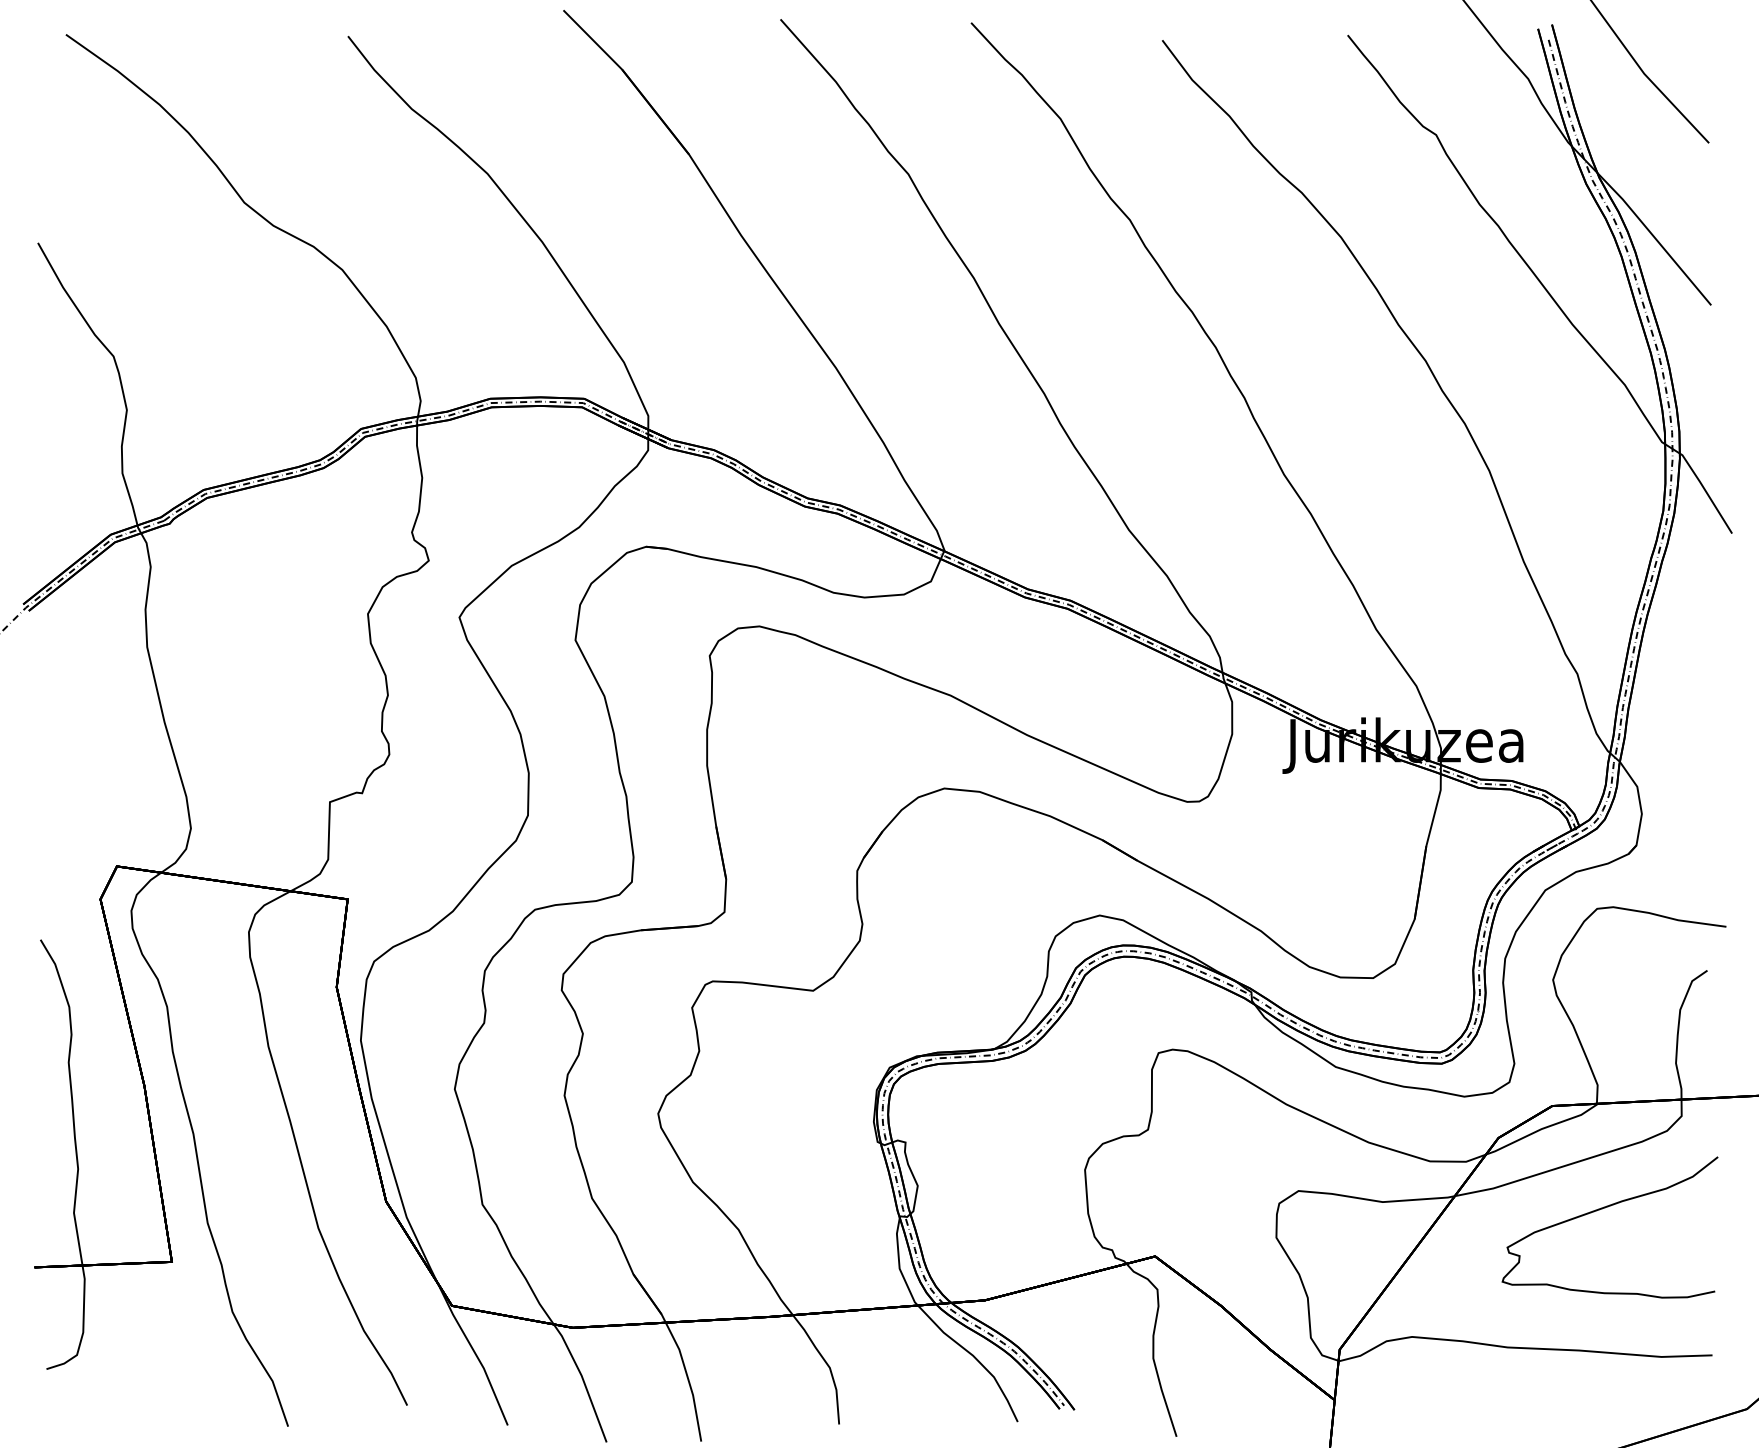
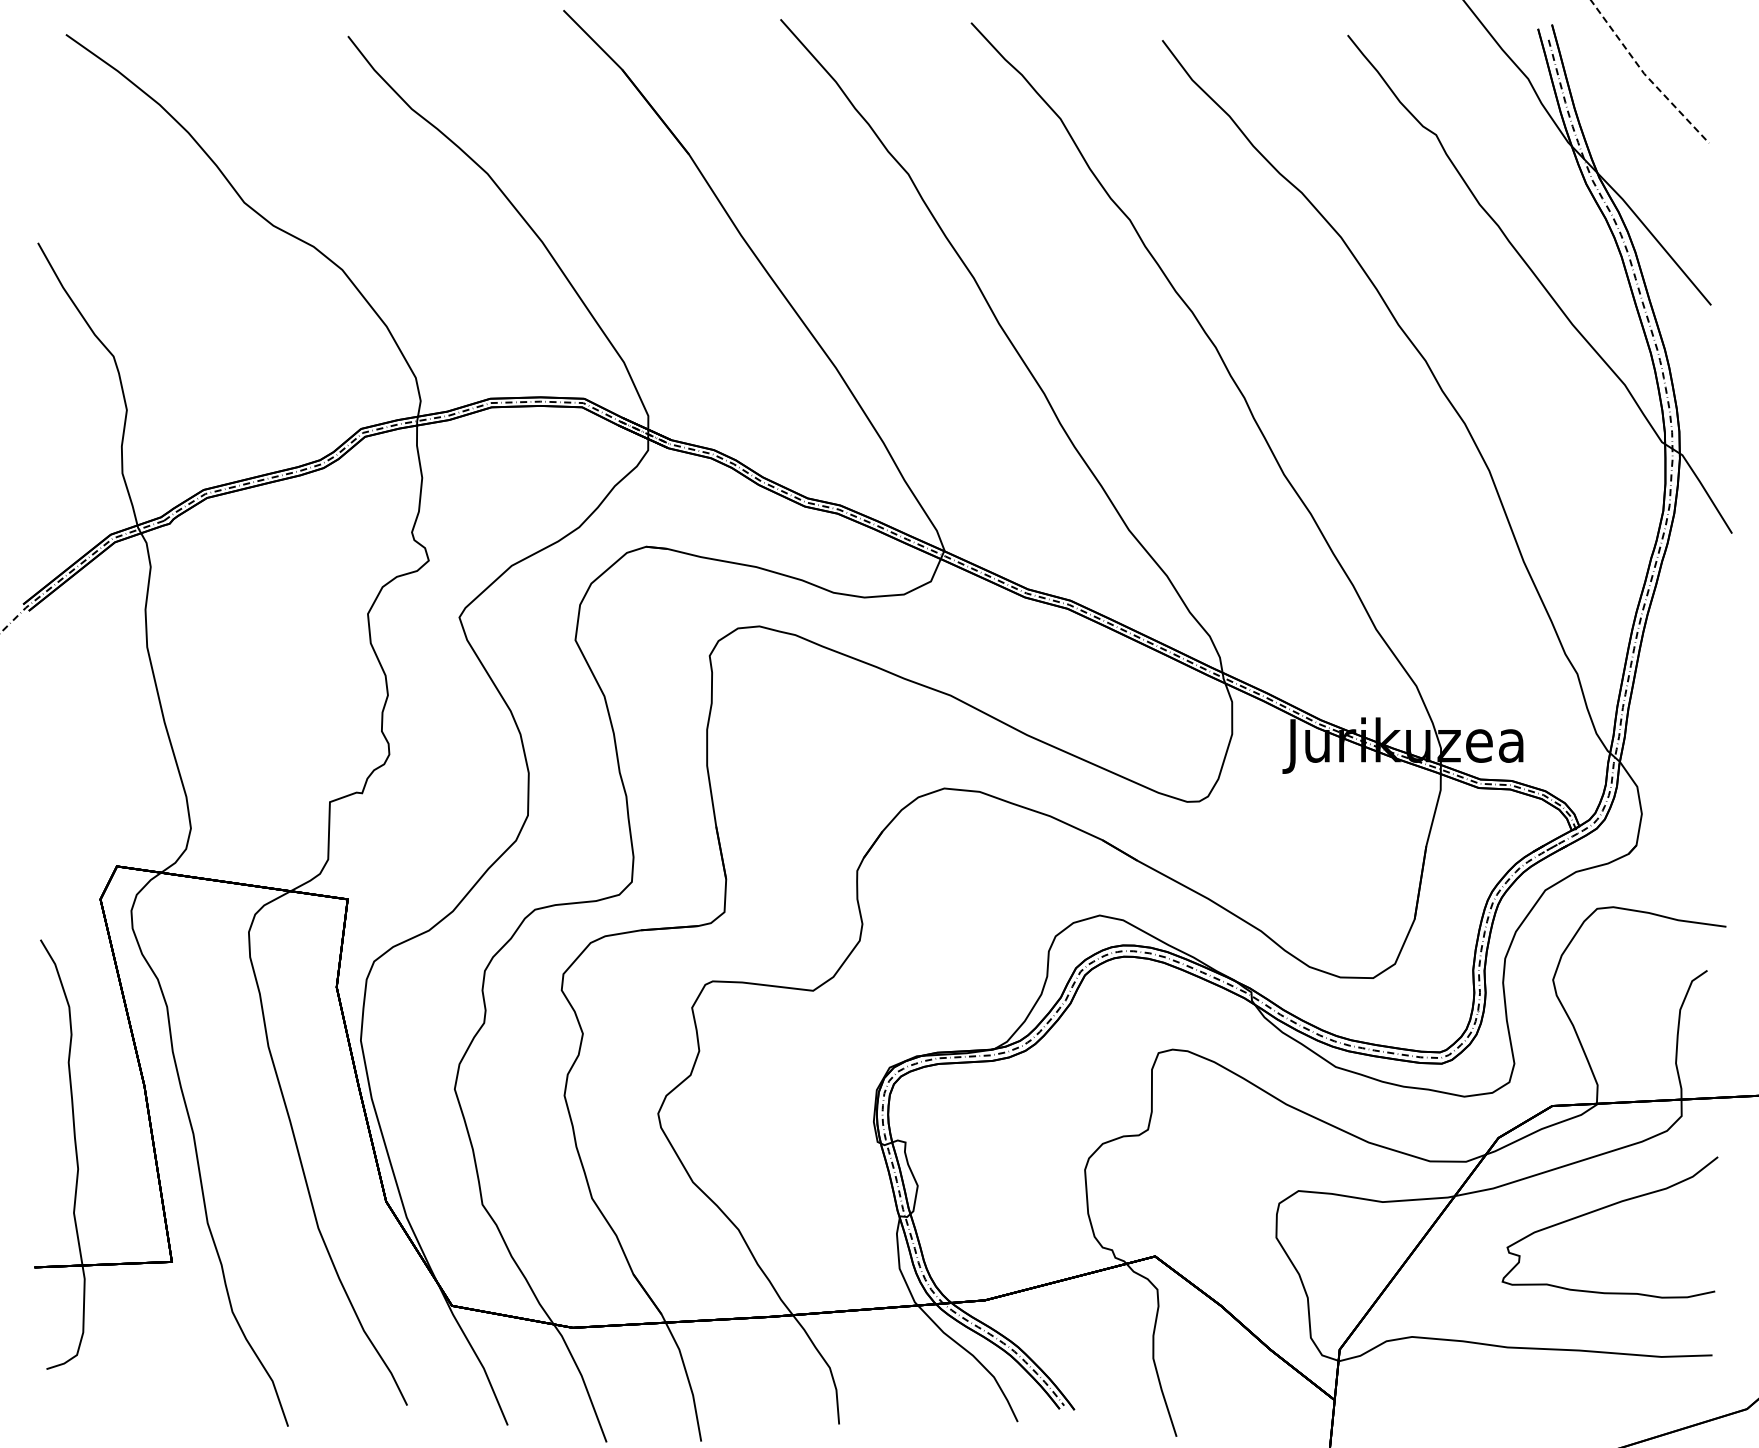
line at (1645, 75): solid -> dashed
